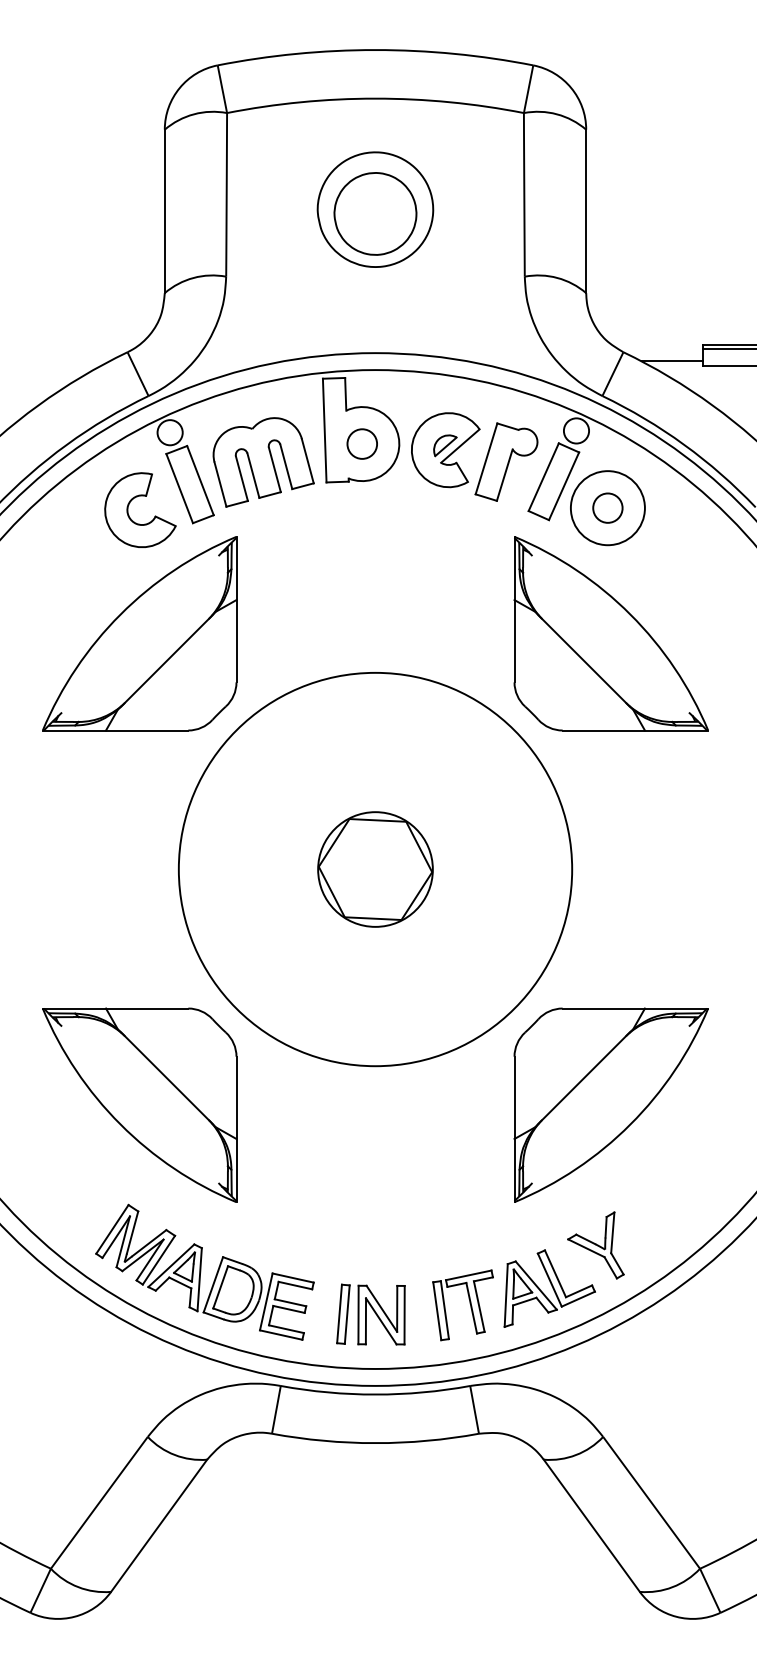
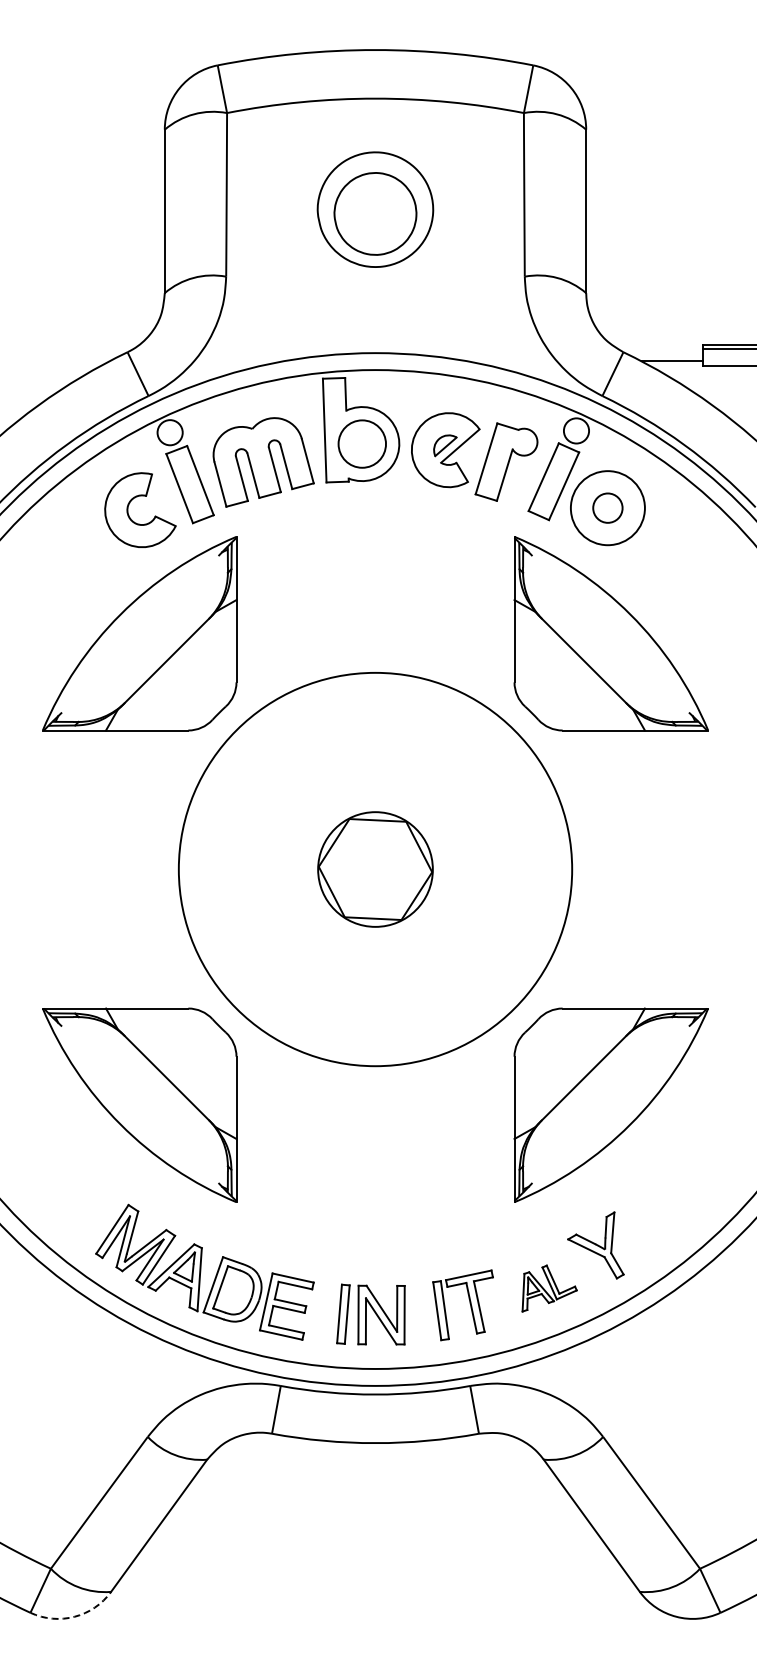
circle at (362, 443) diameter: 30 px -> 47 px
part at (549, 1288) size: 93x79 px -> 57x49 px
arc at (74, 1616): solid -> dashed
